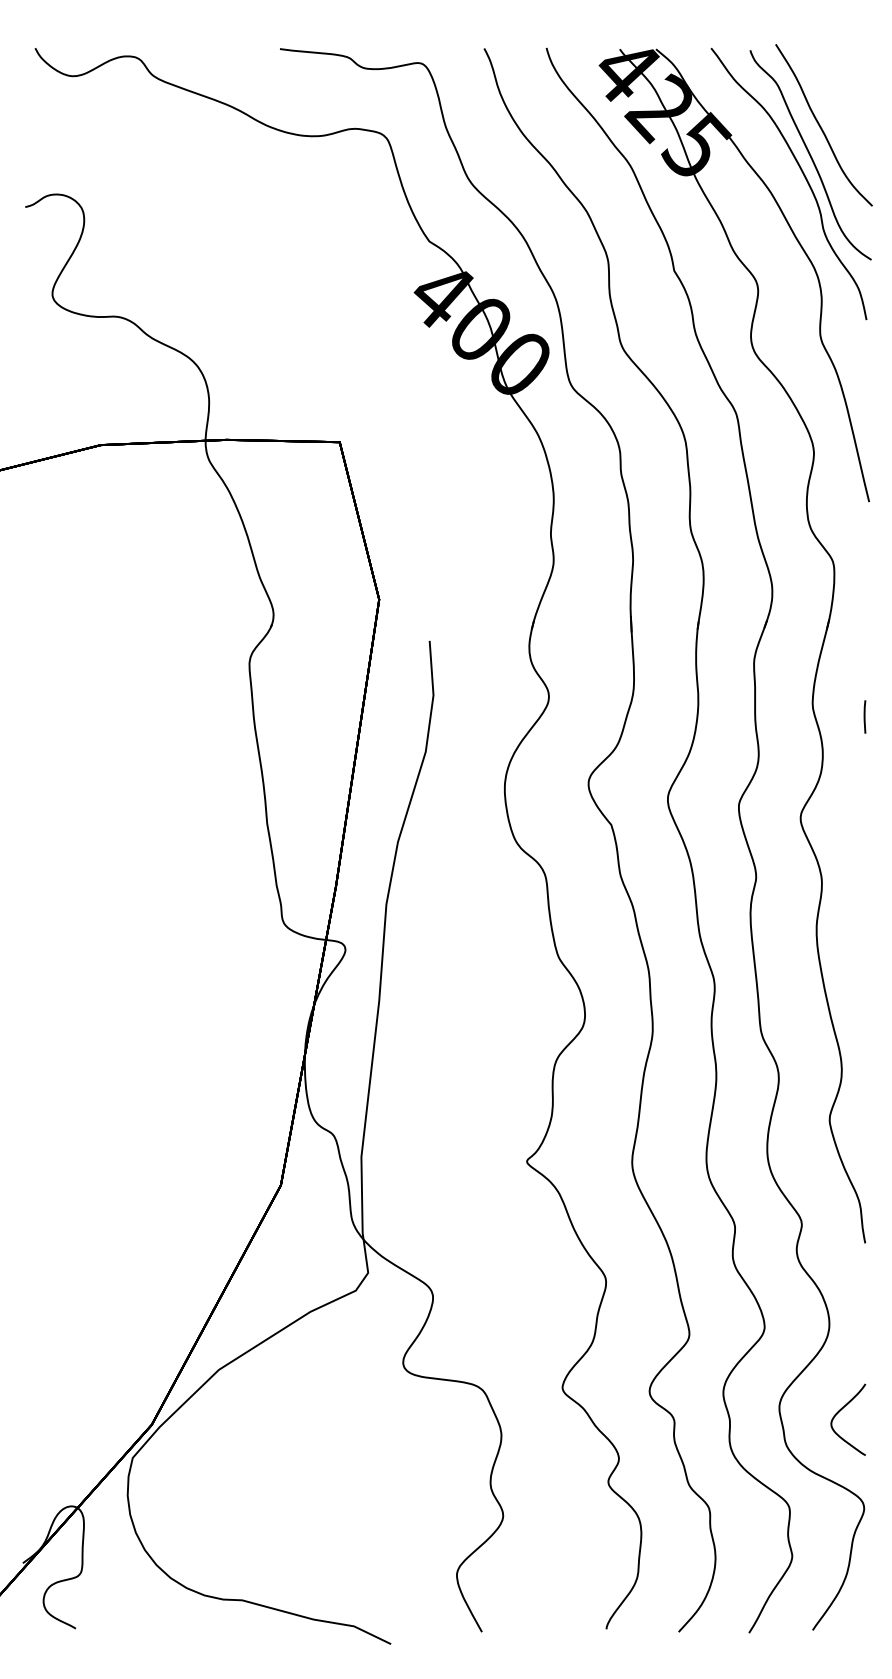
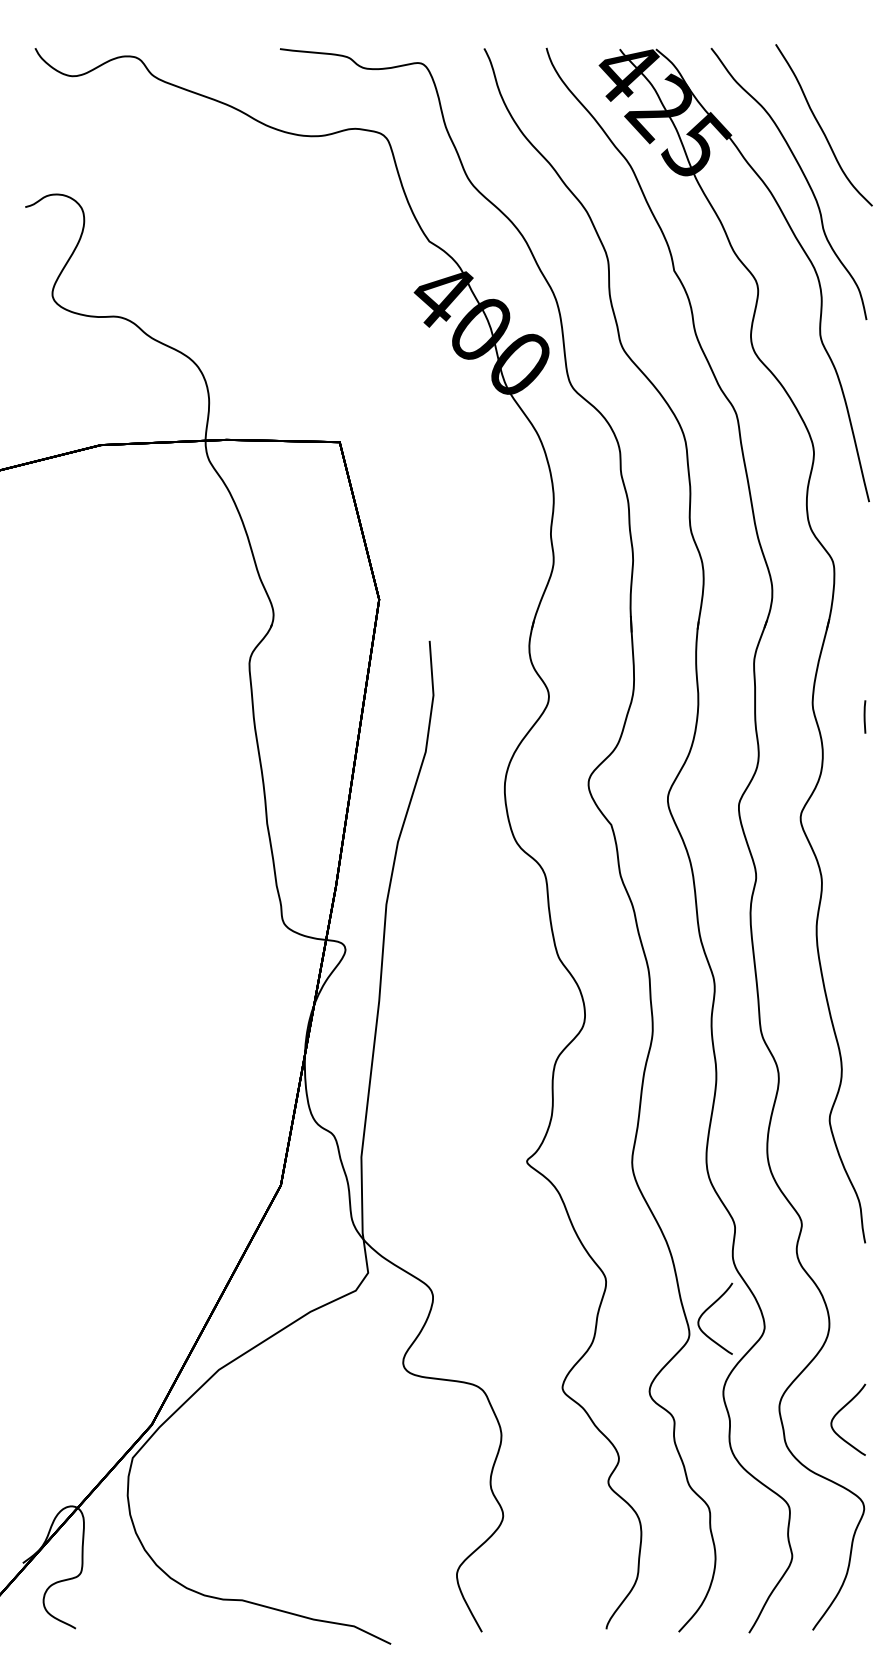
curve at (810, 155): present -> none
curve at (707, 1310): none -> present
